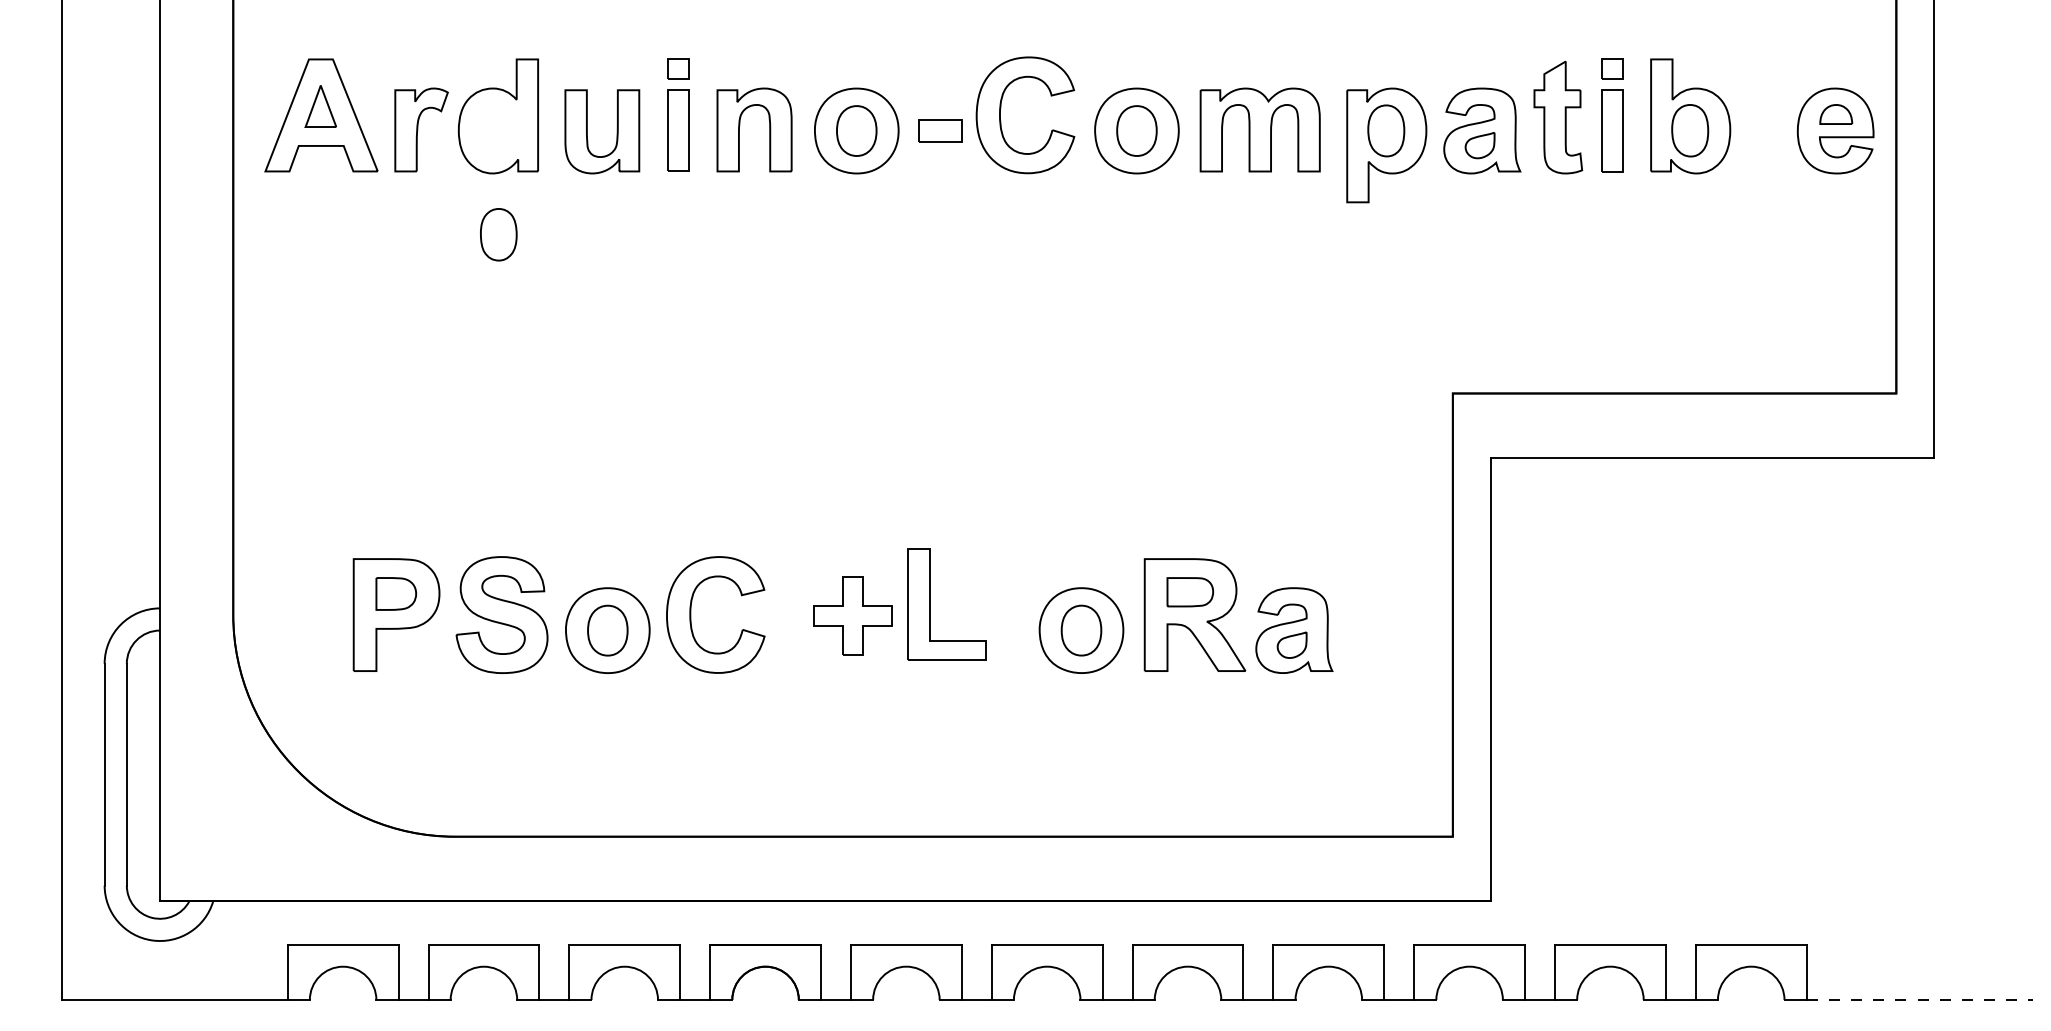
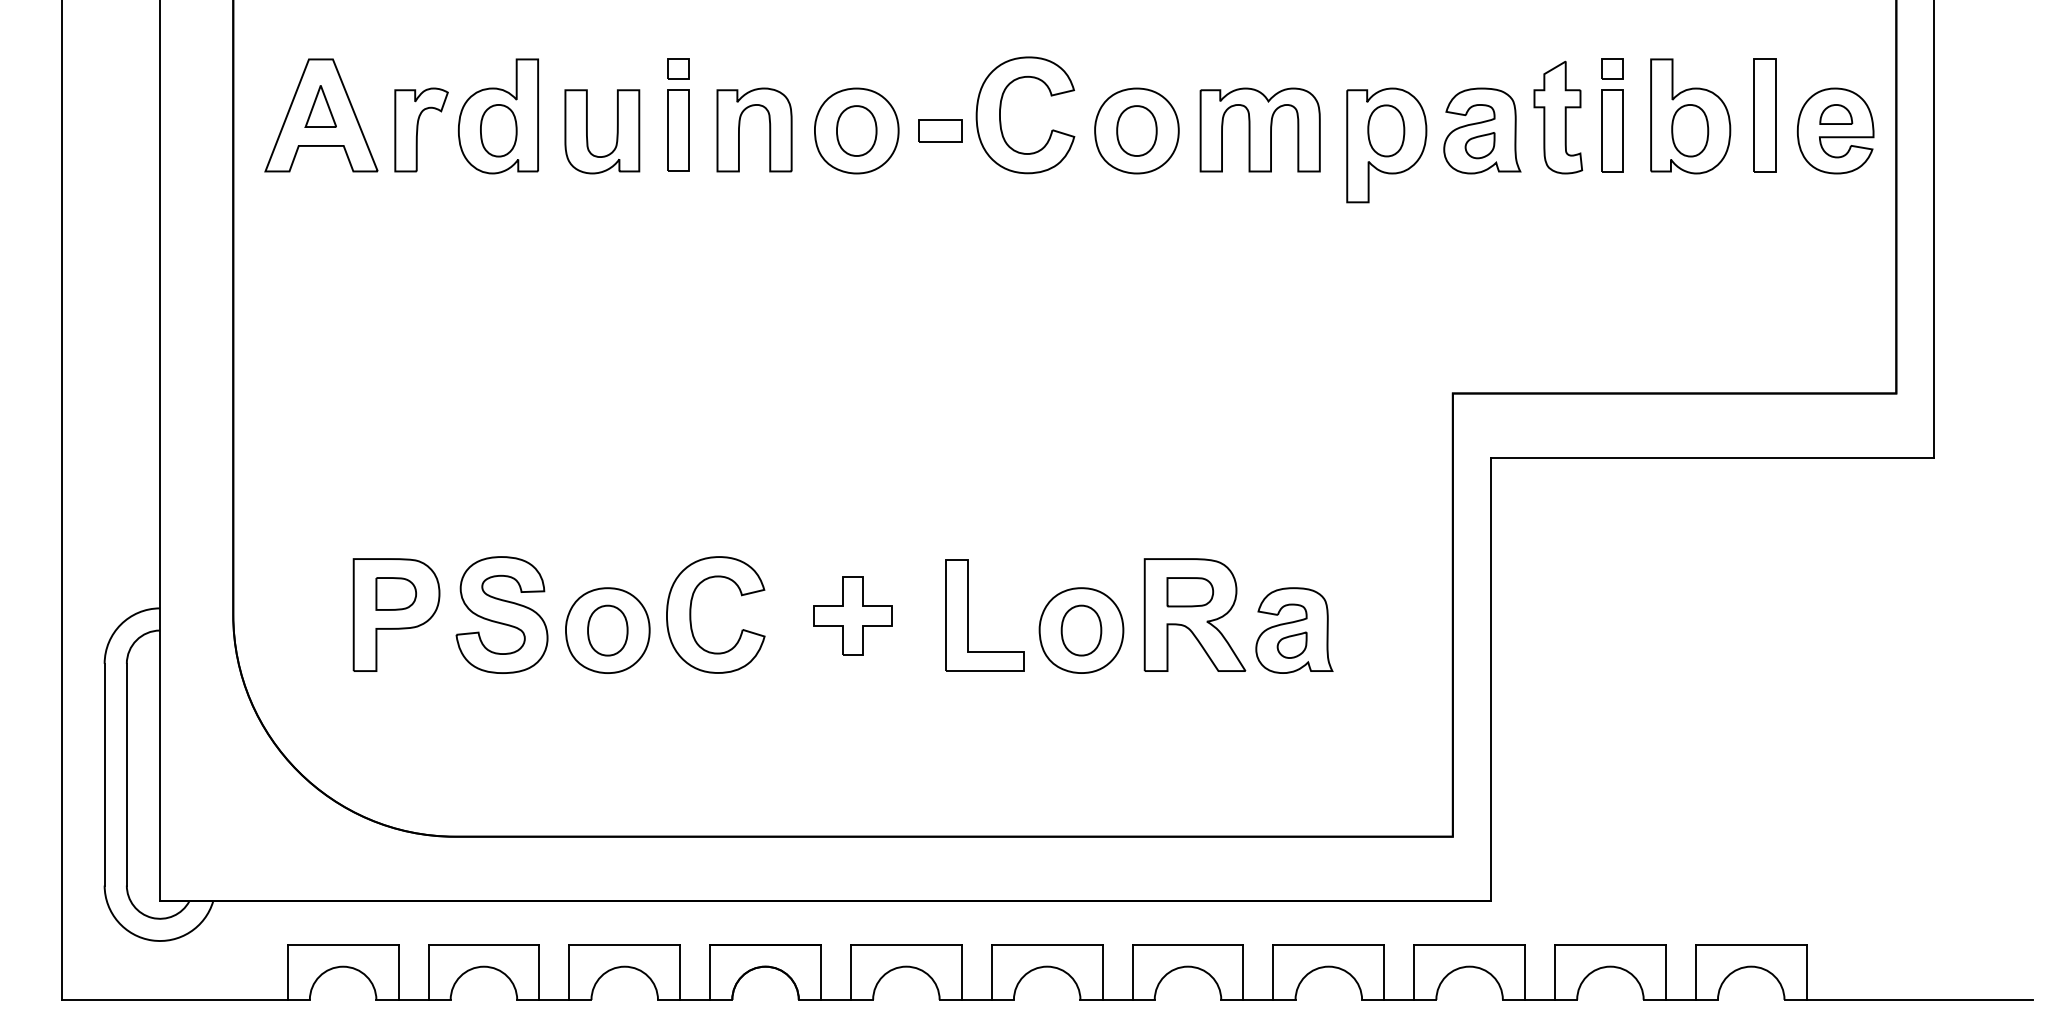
part at (1764, 115): none -> present
part at (498, 234) position: (498, 234) -> (498, 130)
part at (930, 604) position: (930, 604) -> (968, 615)
line at (1920, 999): dashed -> solid
